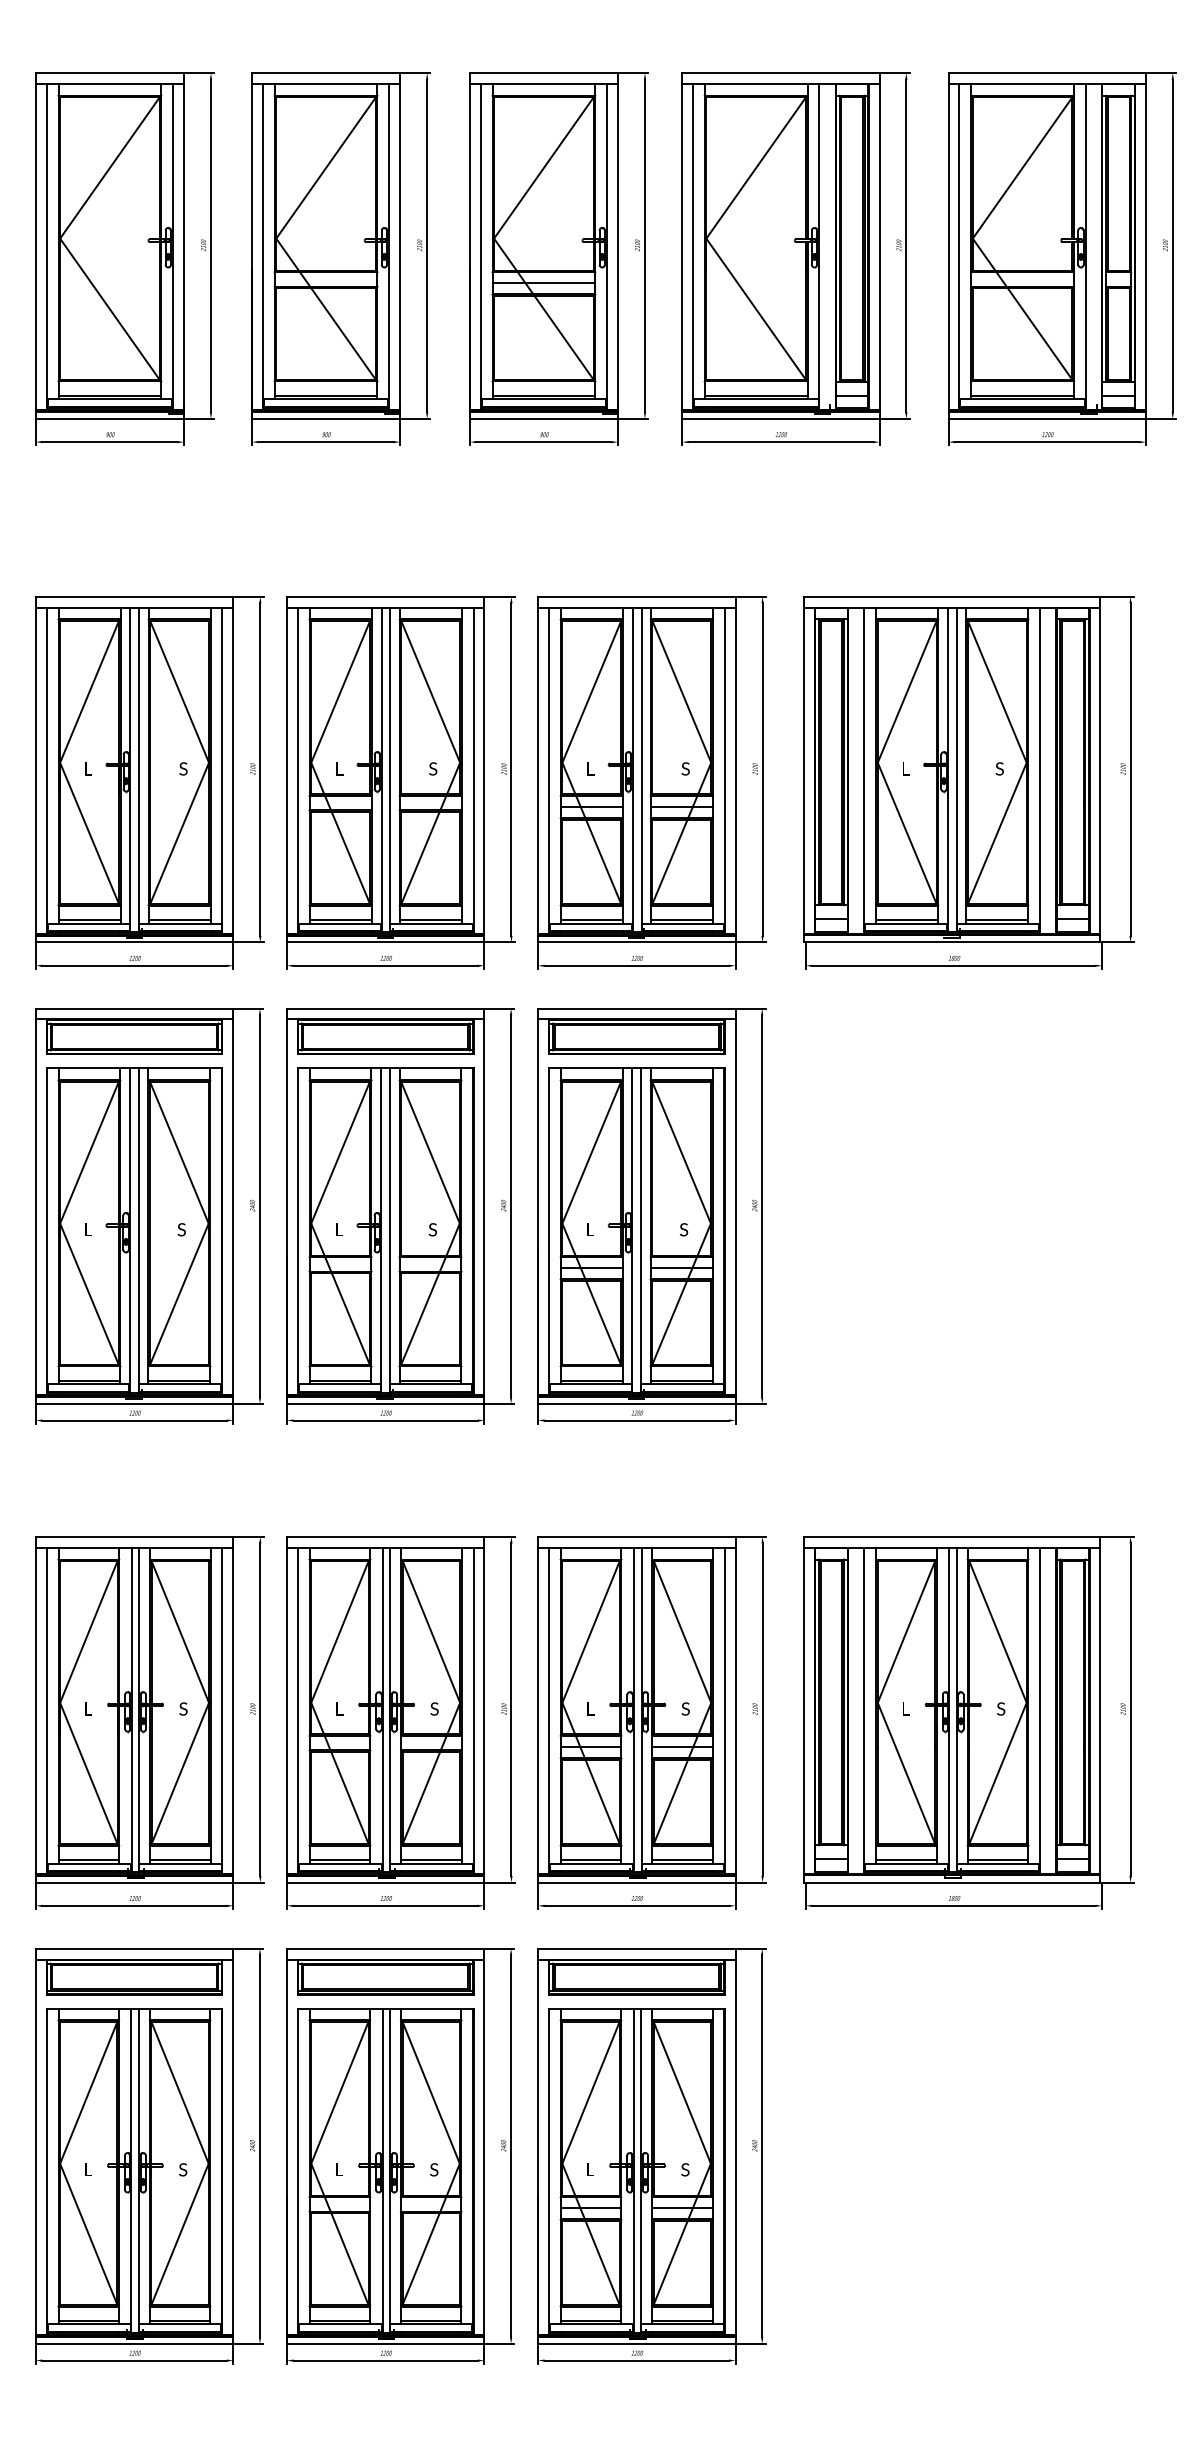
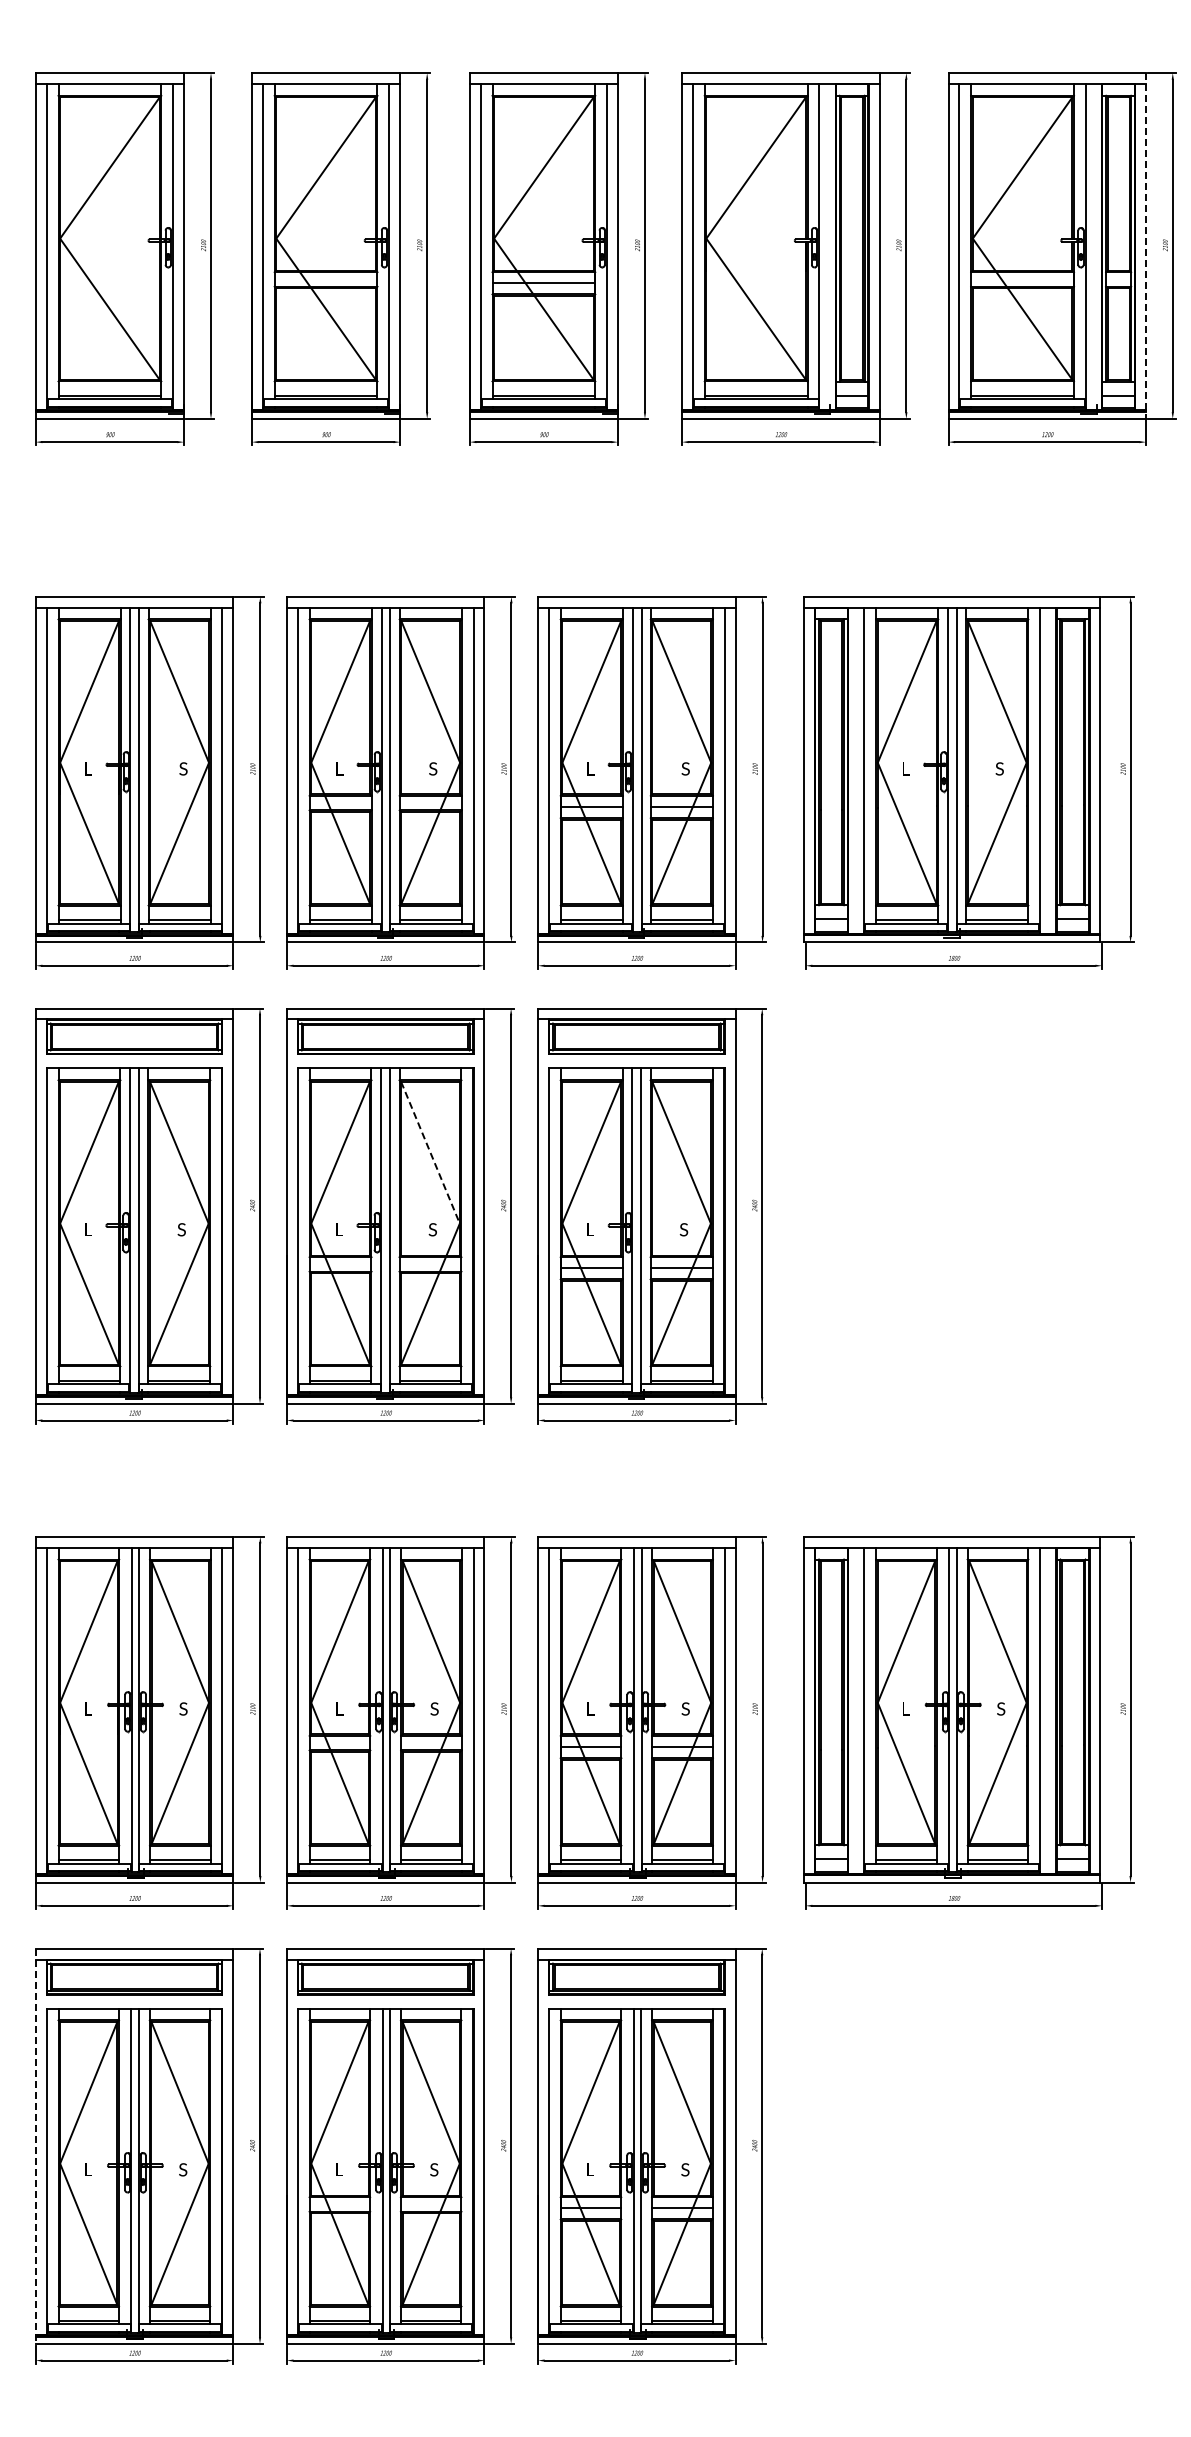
line at (1145, 245): solid -> dashed
line at (430, 1152): solid -> dashed
line at (35, 2146): solid -> dashed
